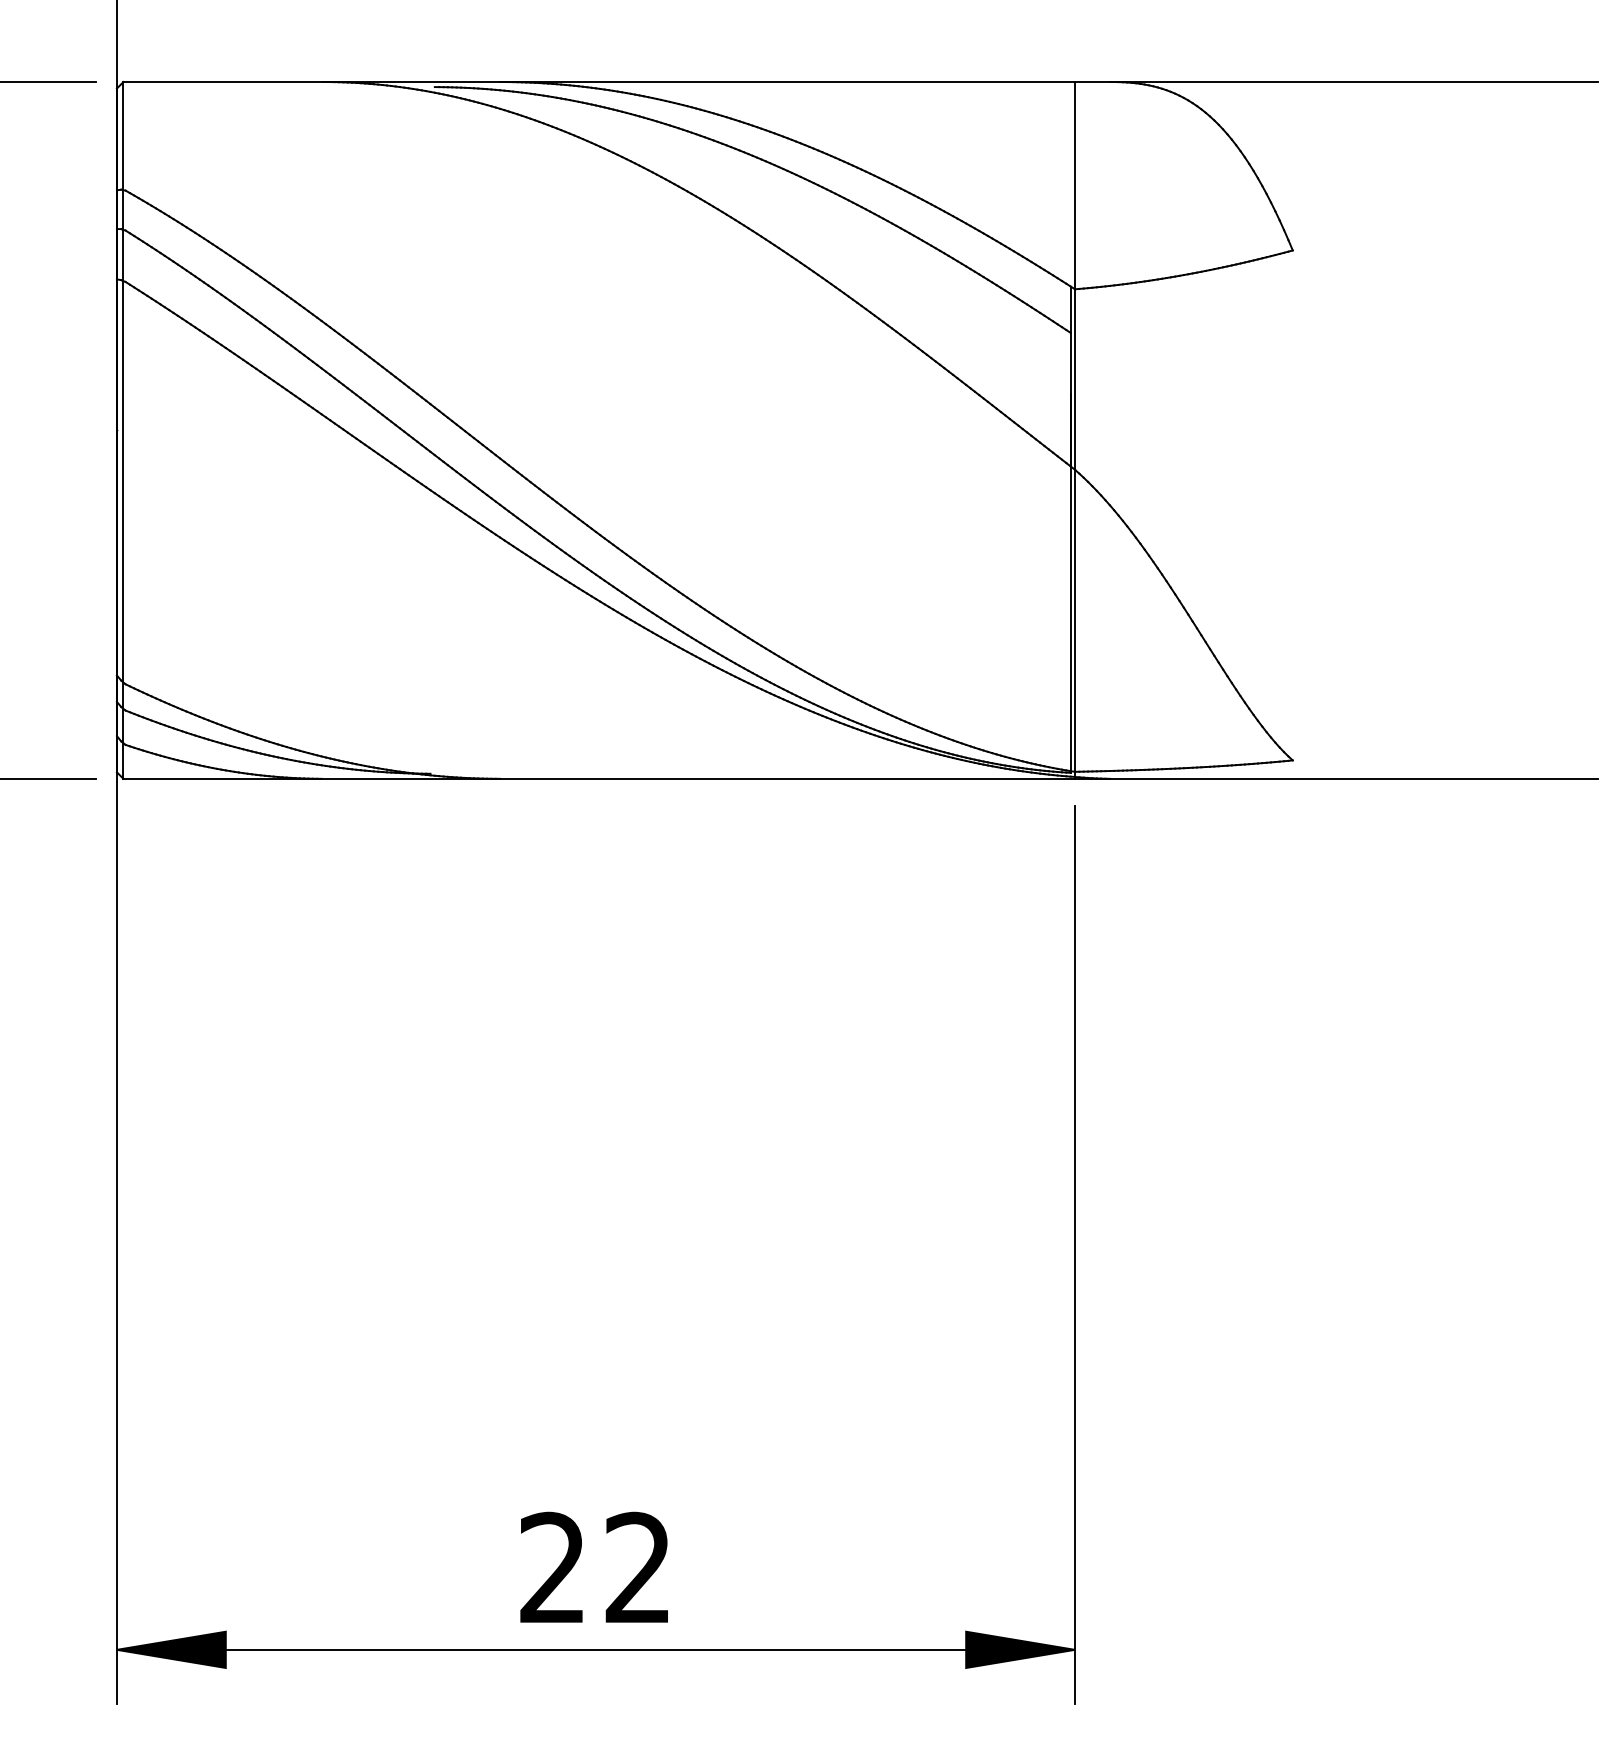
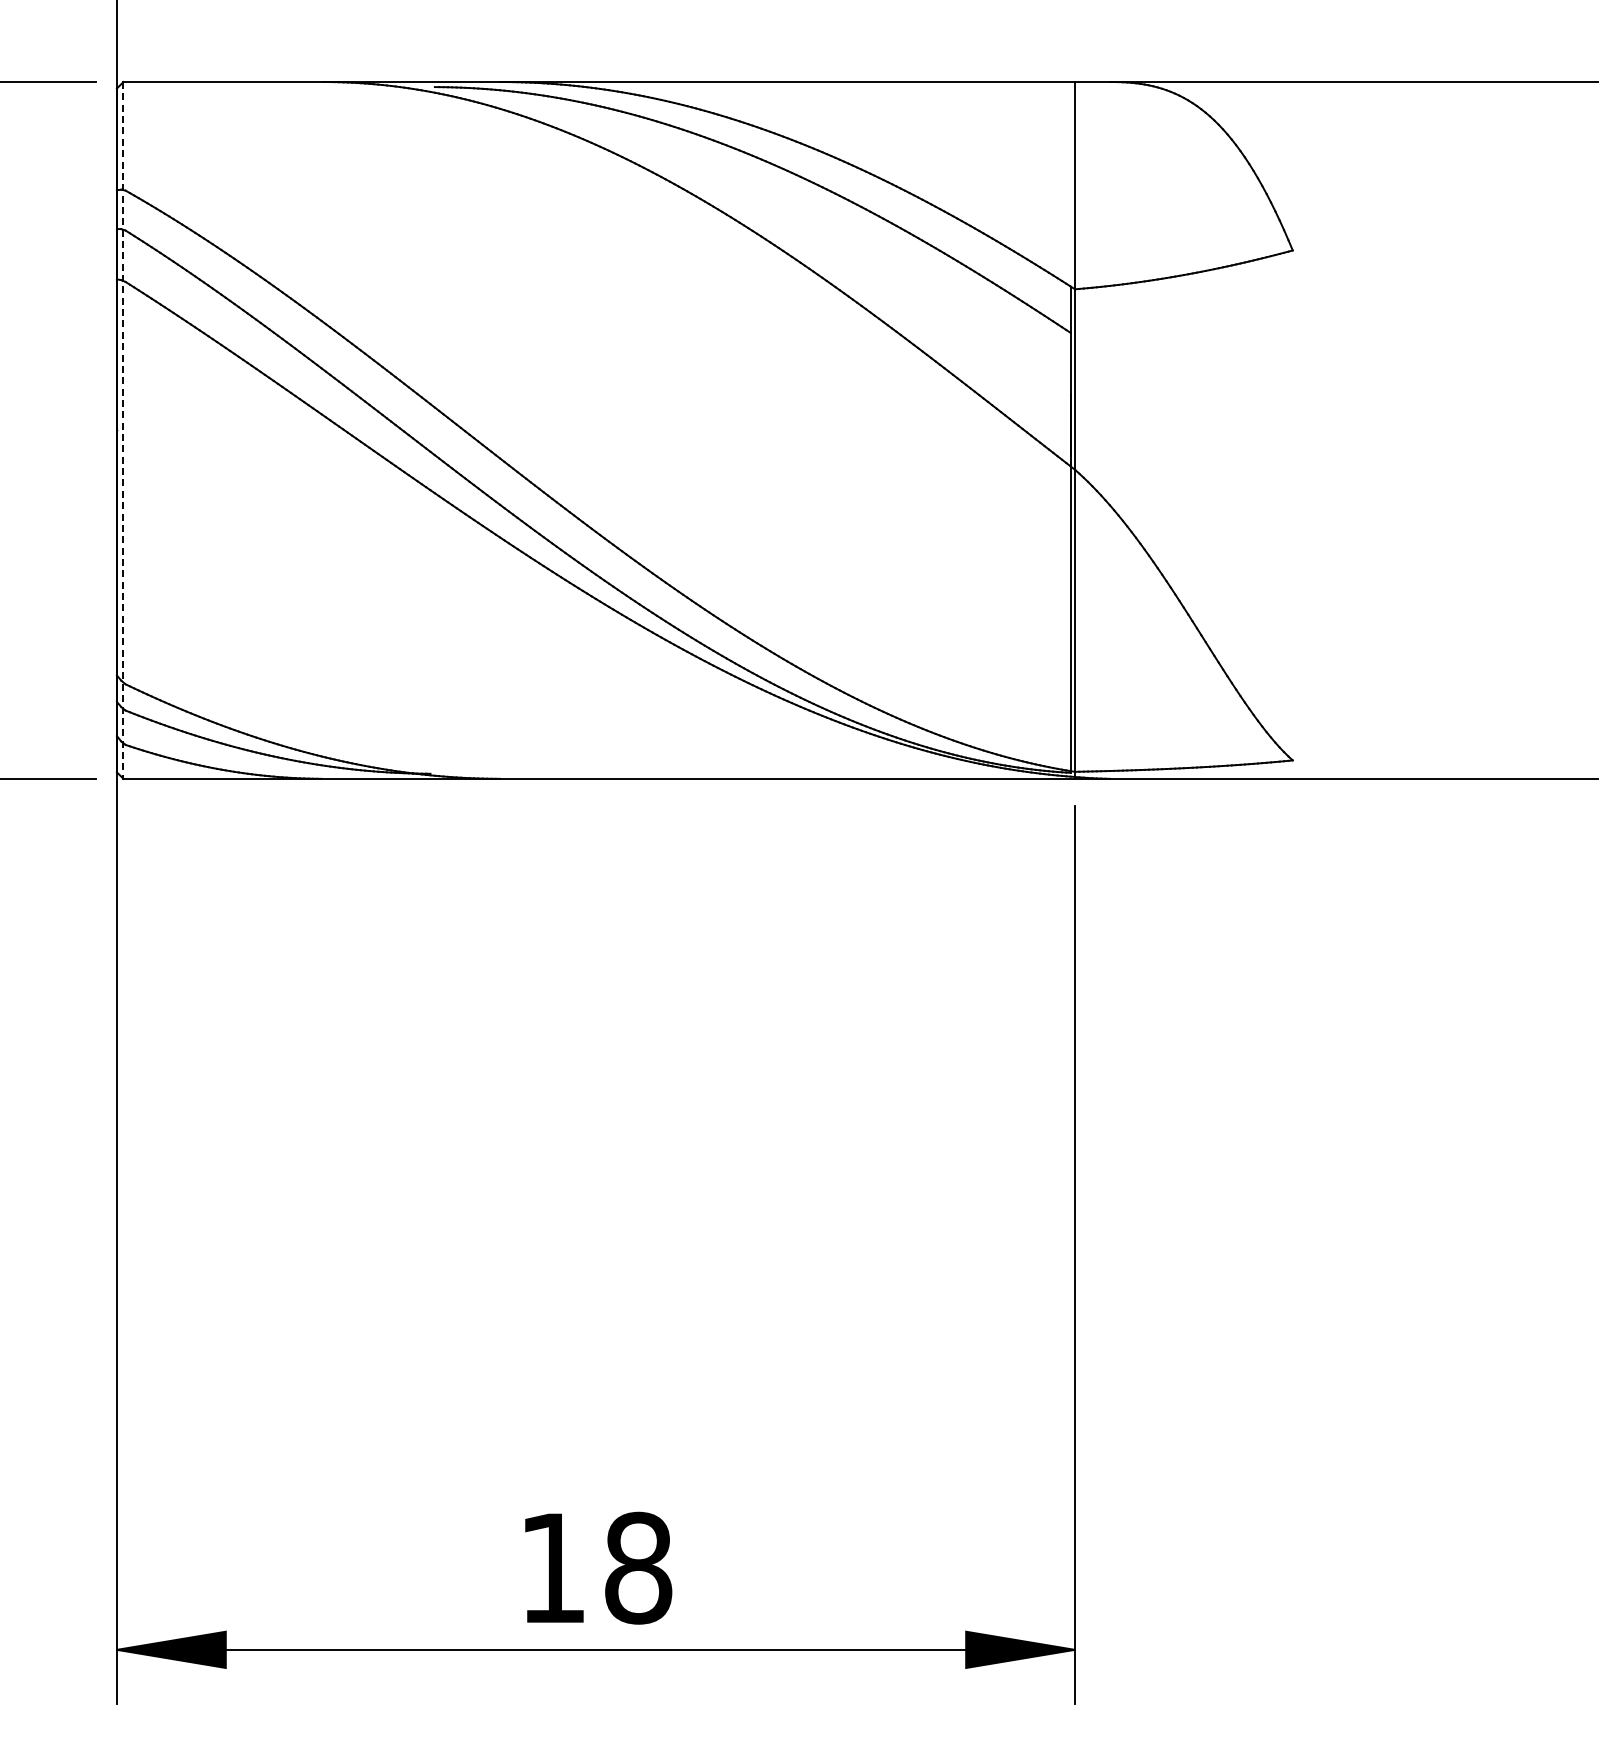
line at (123, 430): solid -> dashed
text at (596, 1567): 22 -> 18
